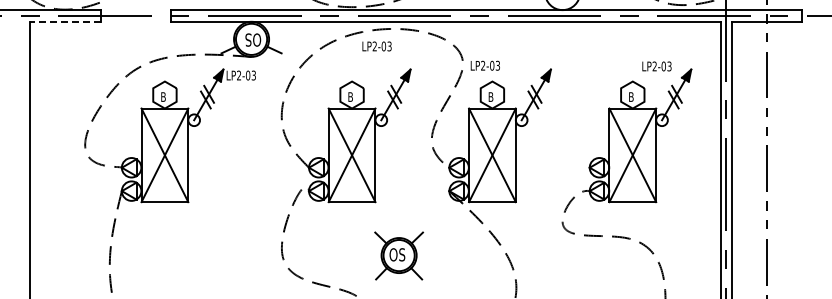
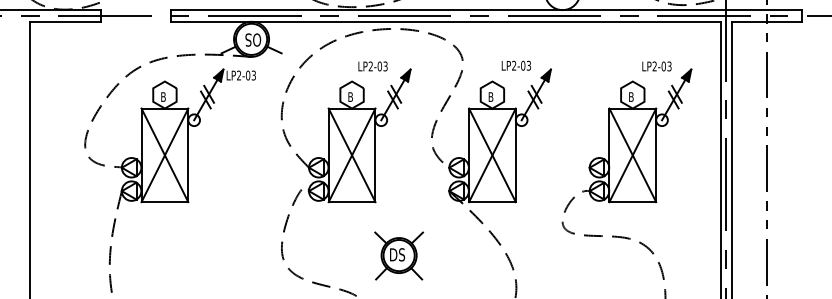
line at (65, 21): dashed -> solid
text at (376, 46) position: (376, 46) -> (372, 66)
text at (484, 65) position: (484, 65) -> (515, 65)
text at (397, 254): OS -> DS
